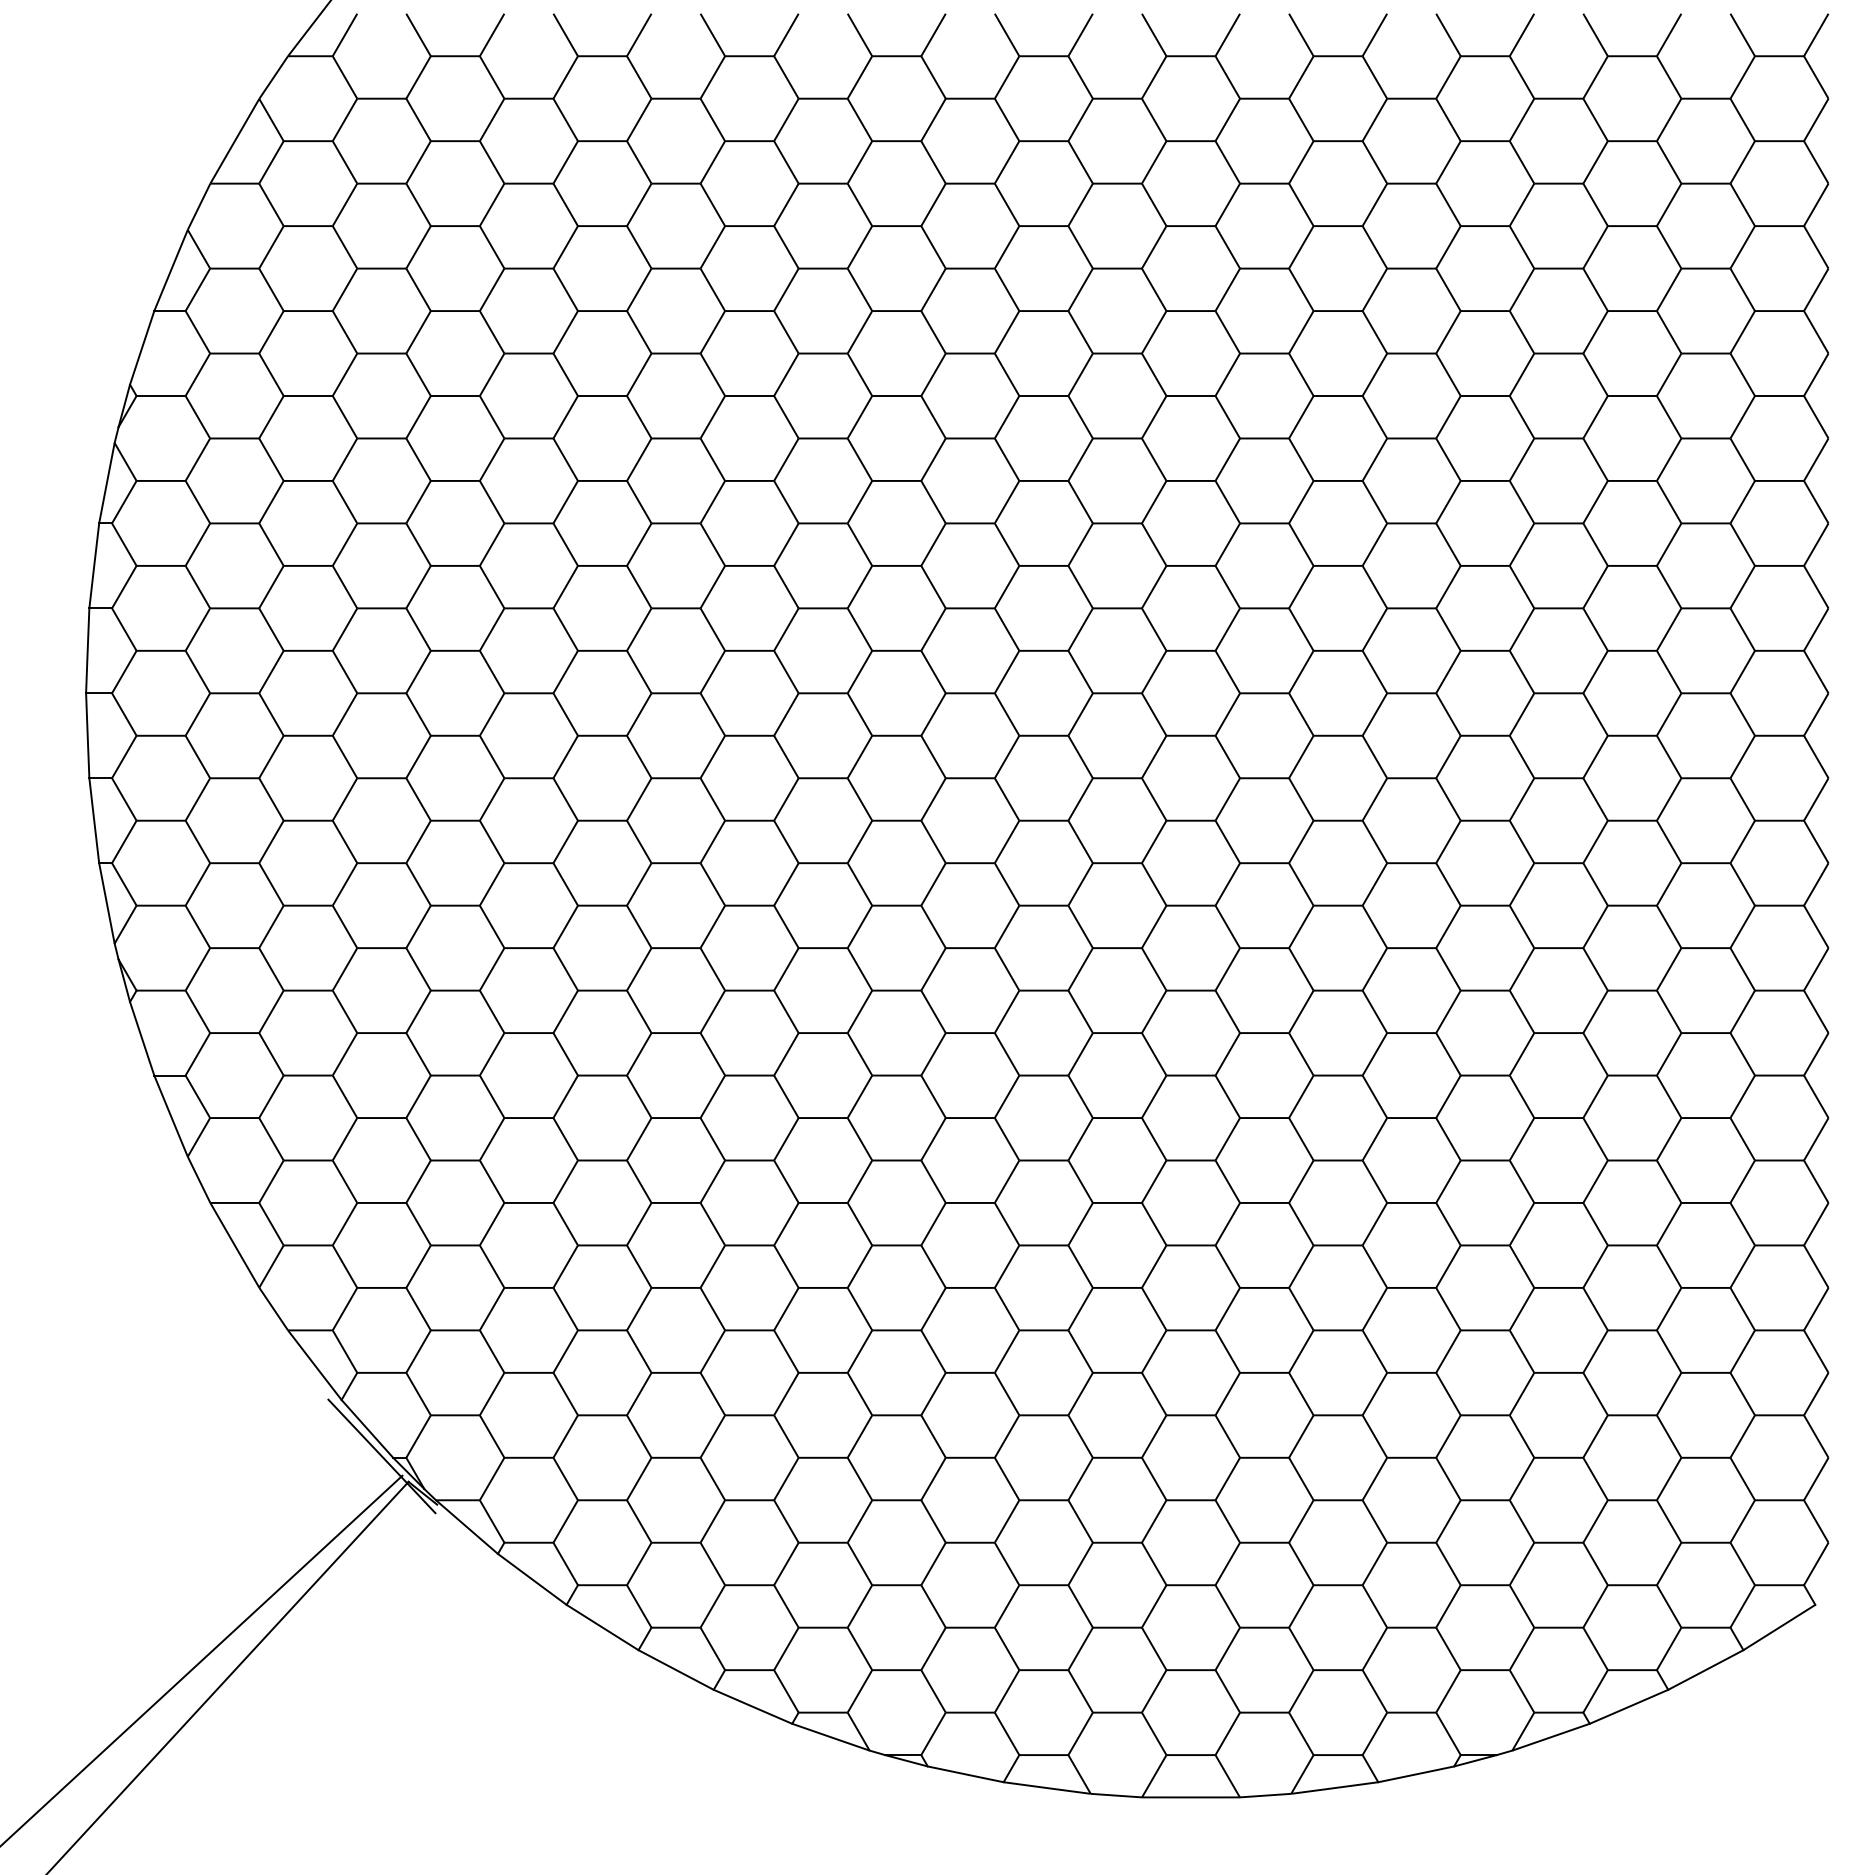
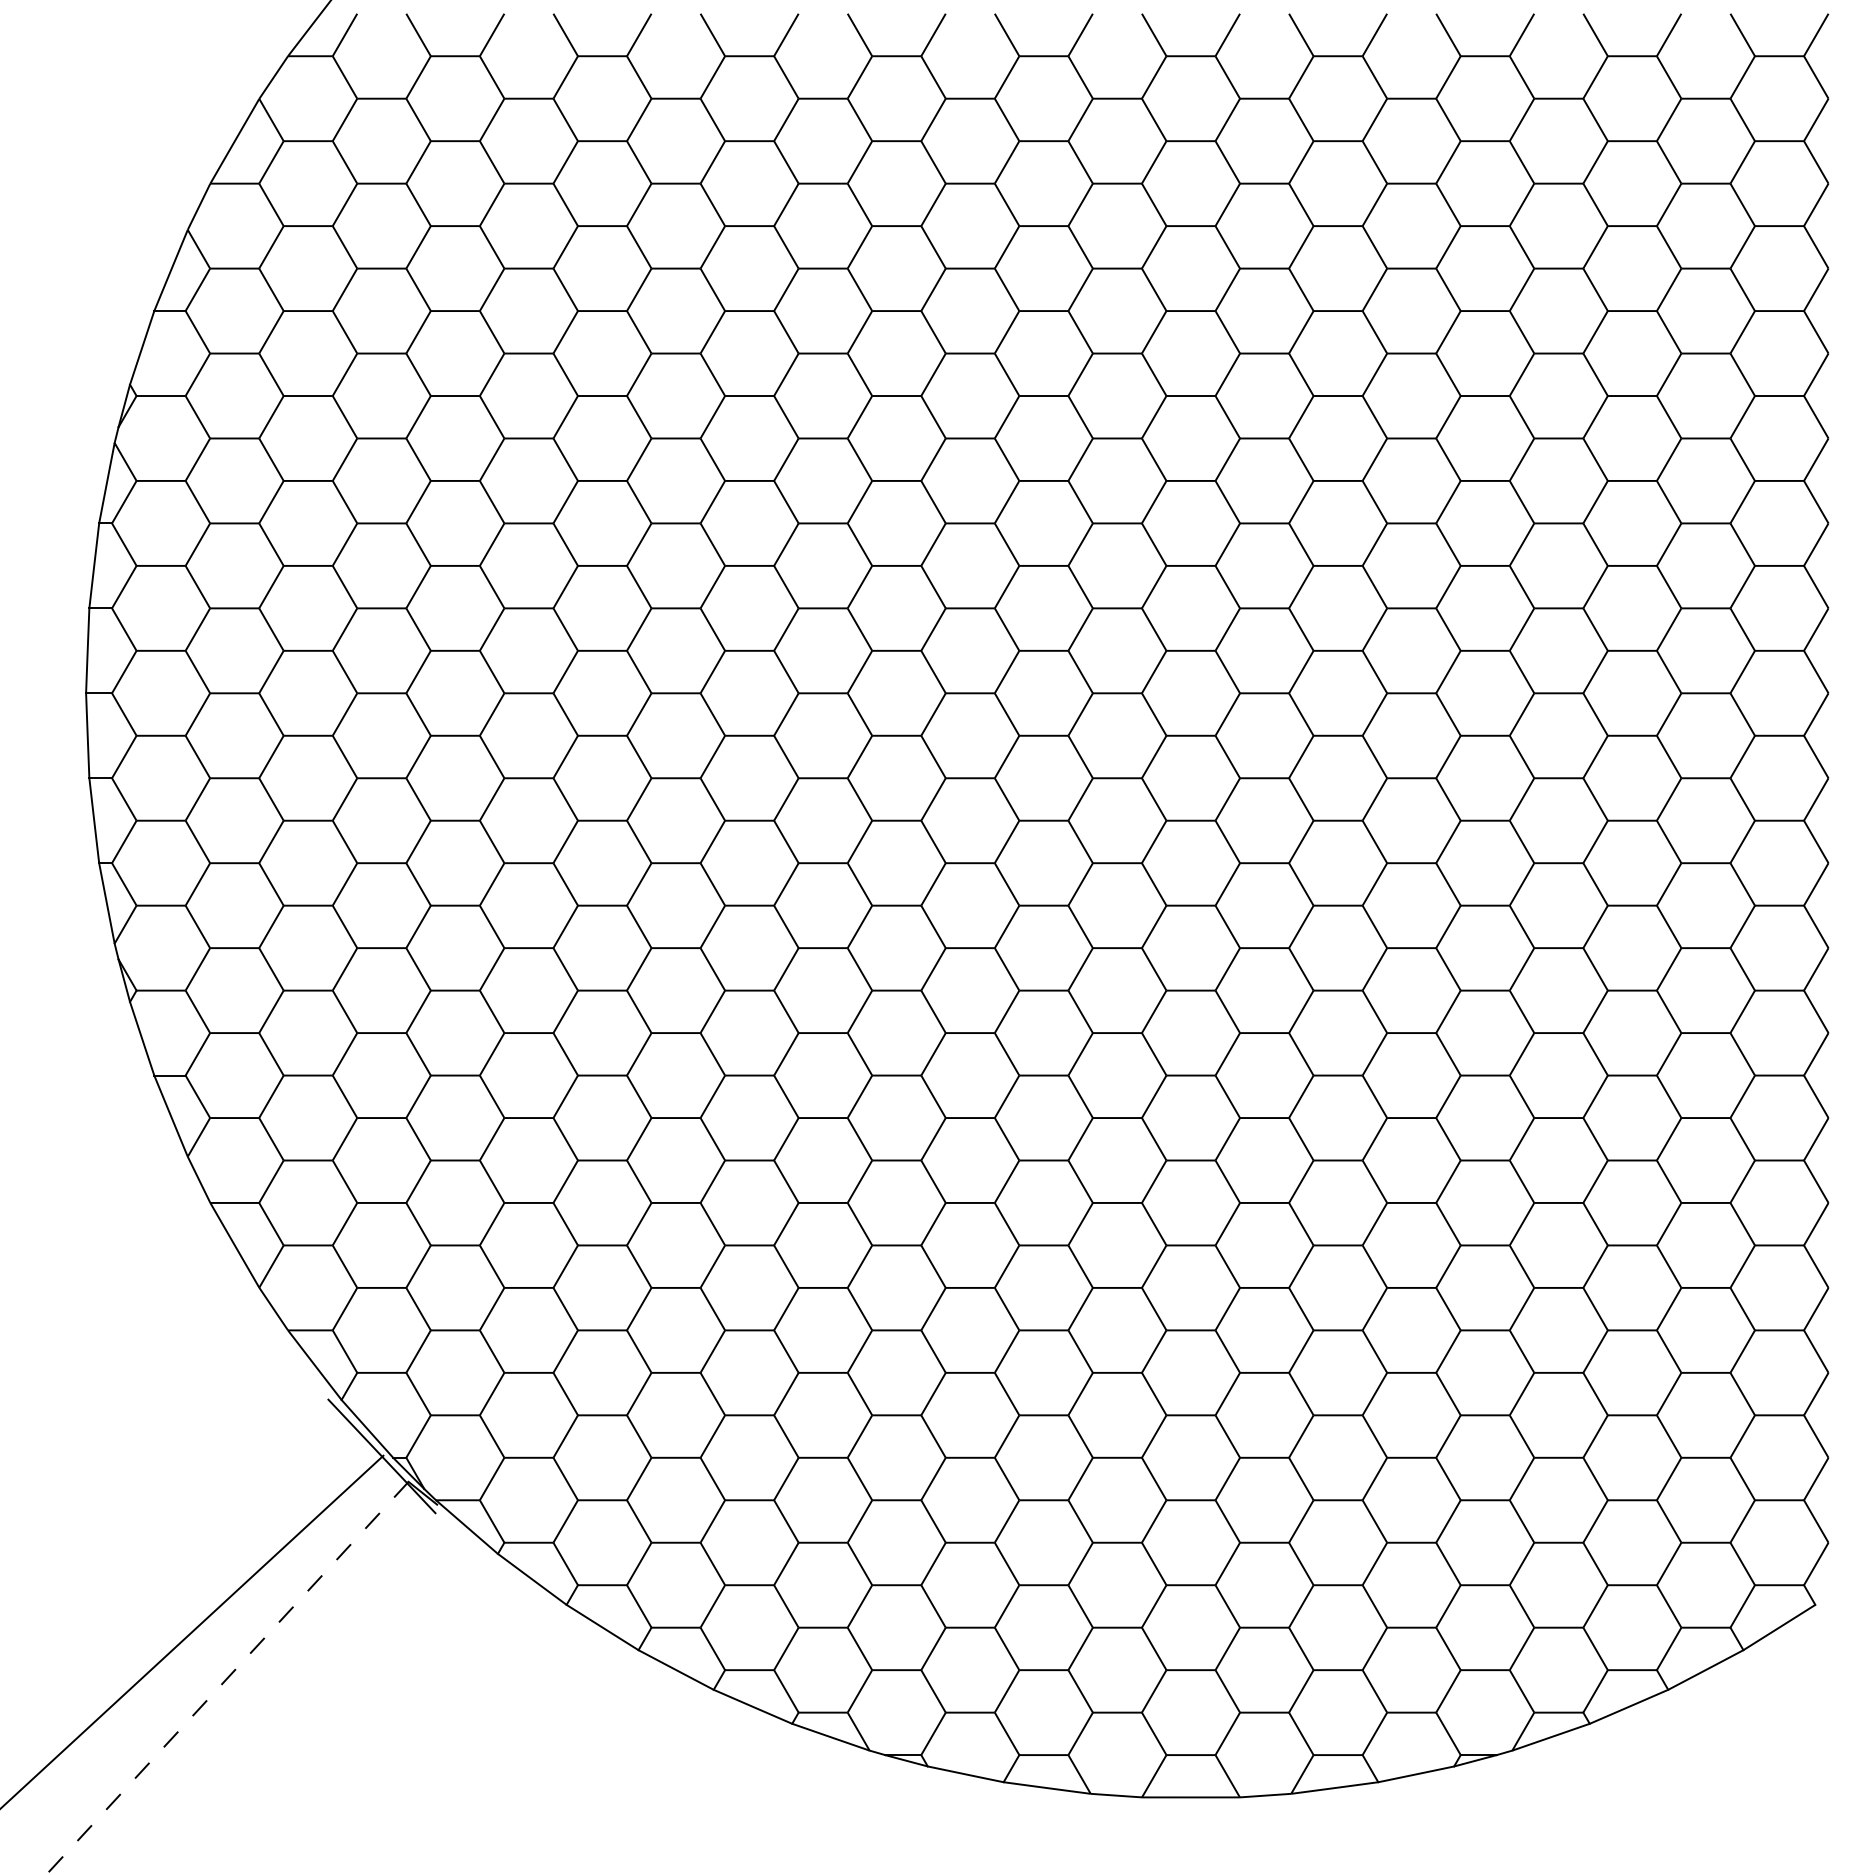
line at (202, 1659) position: (202, 1659) -> (192, 1630)
line at (227, 1678): solid -> dashed
